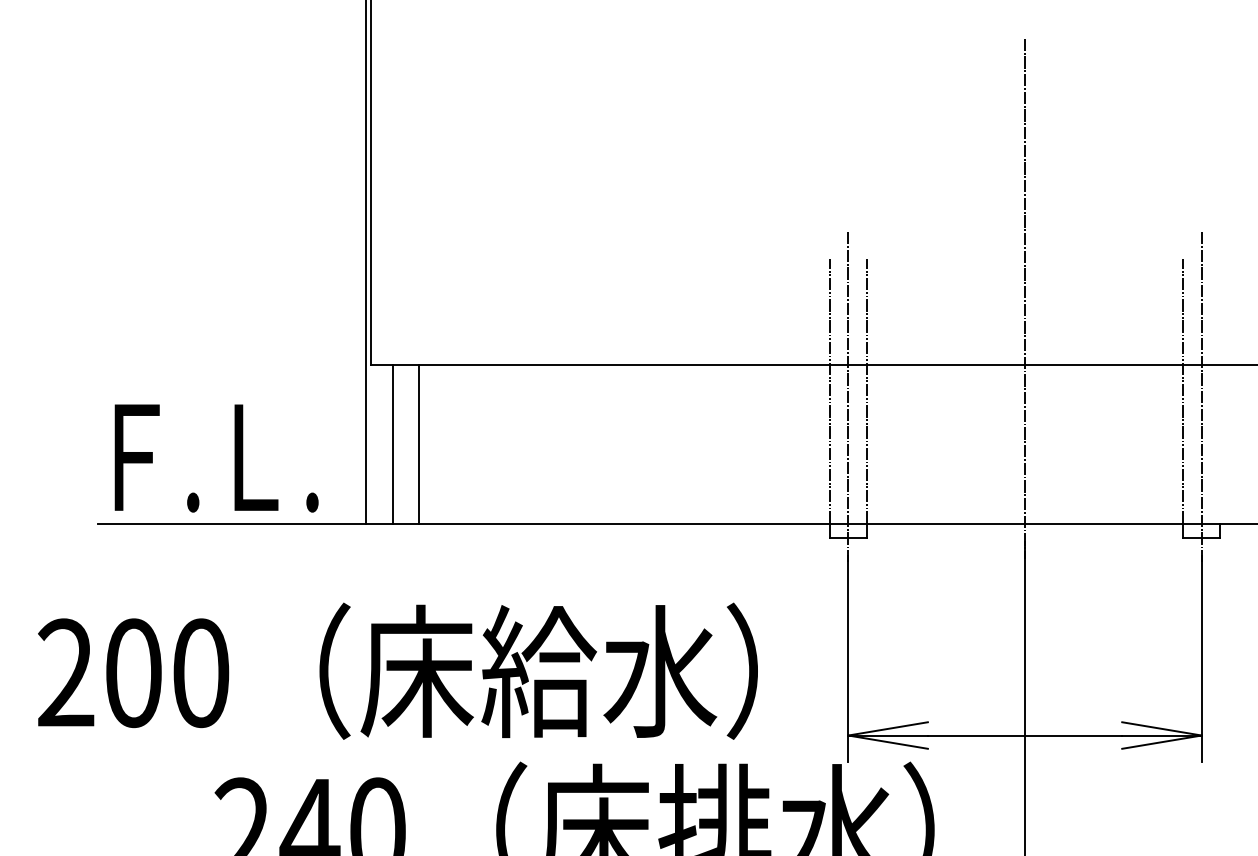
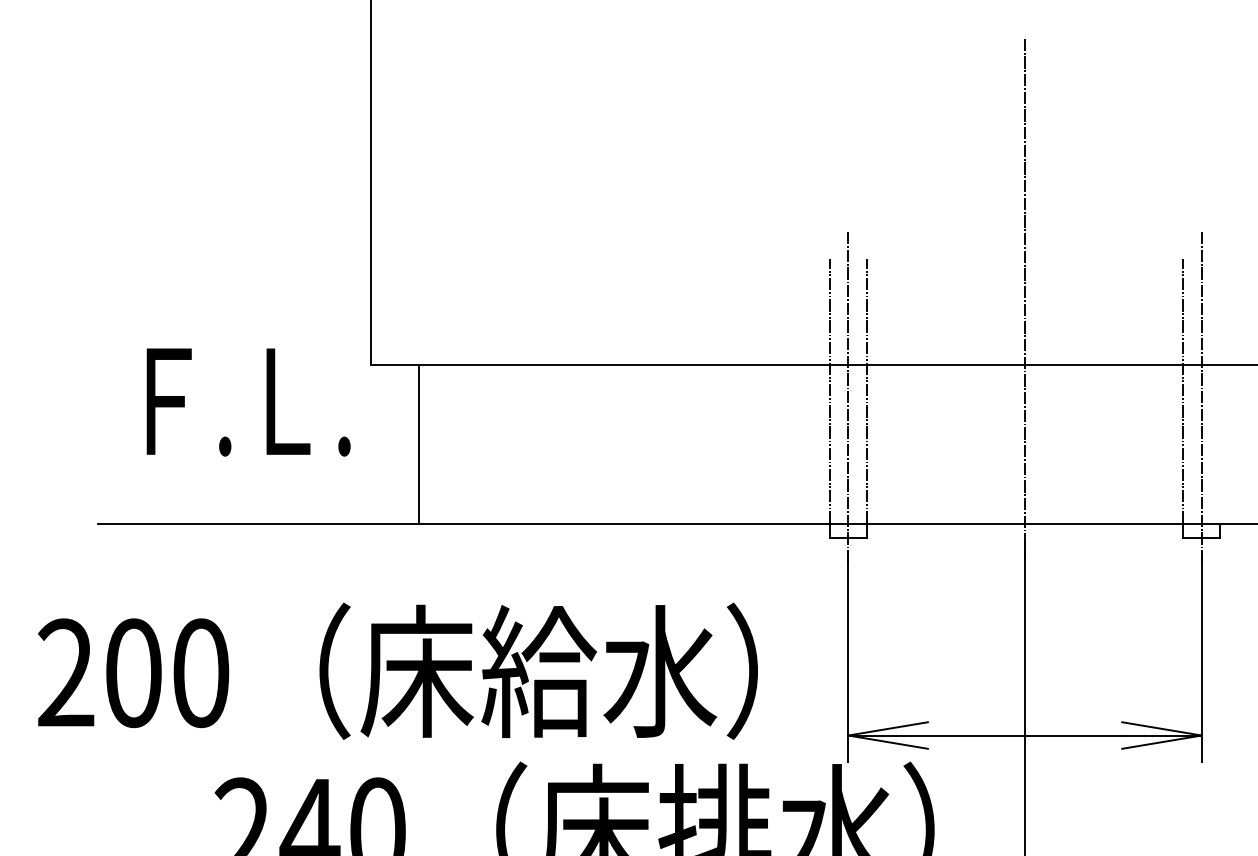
line at (366, 262): present -> none
line at (392, 443): present -> none
text at (216, 458) position: (216, 458) -> (248, 402)
